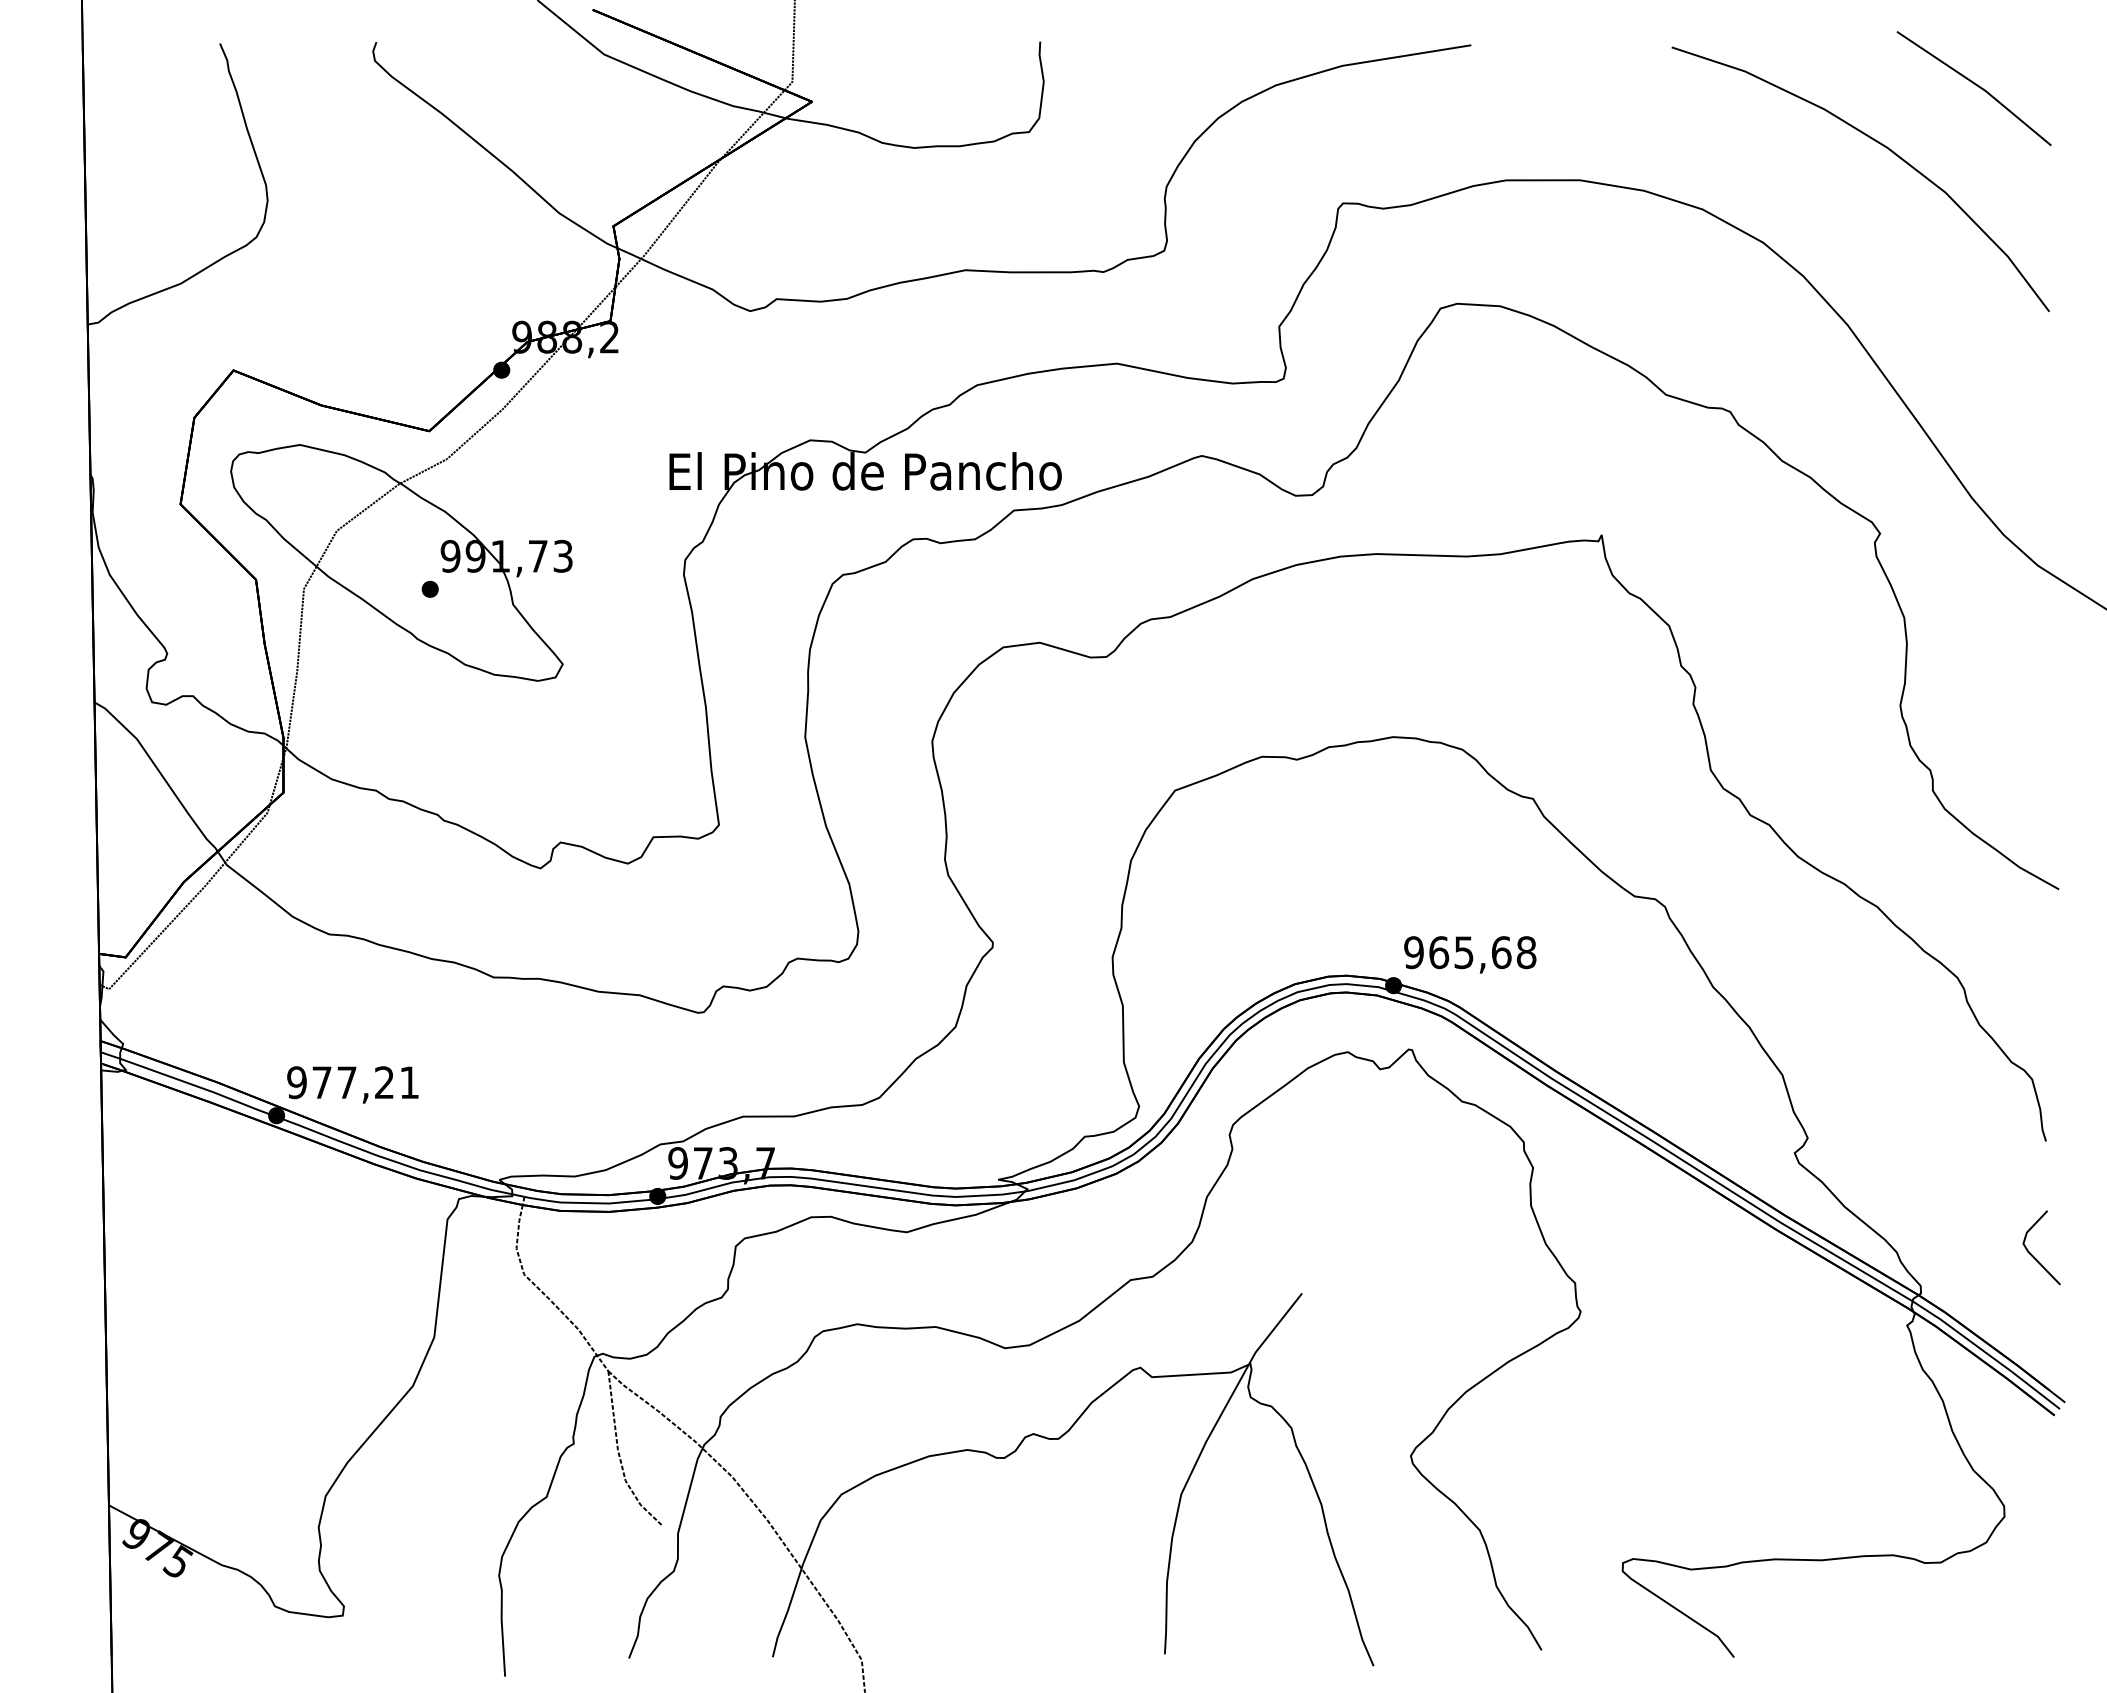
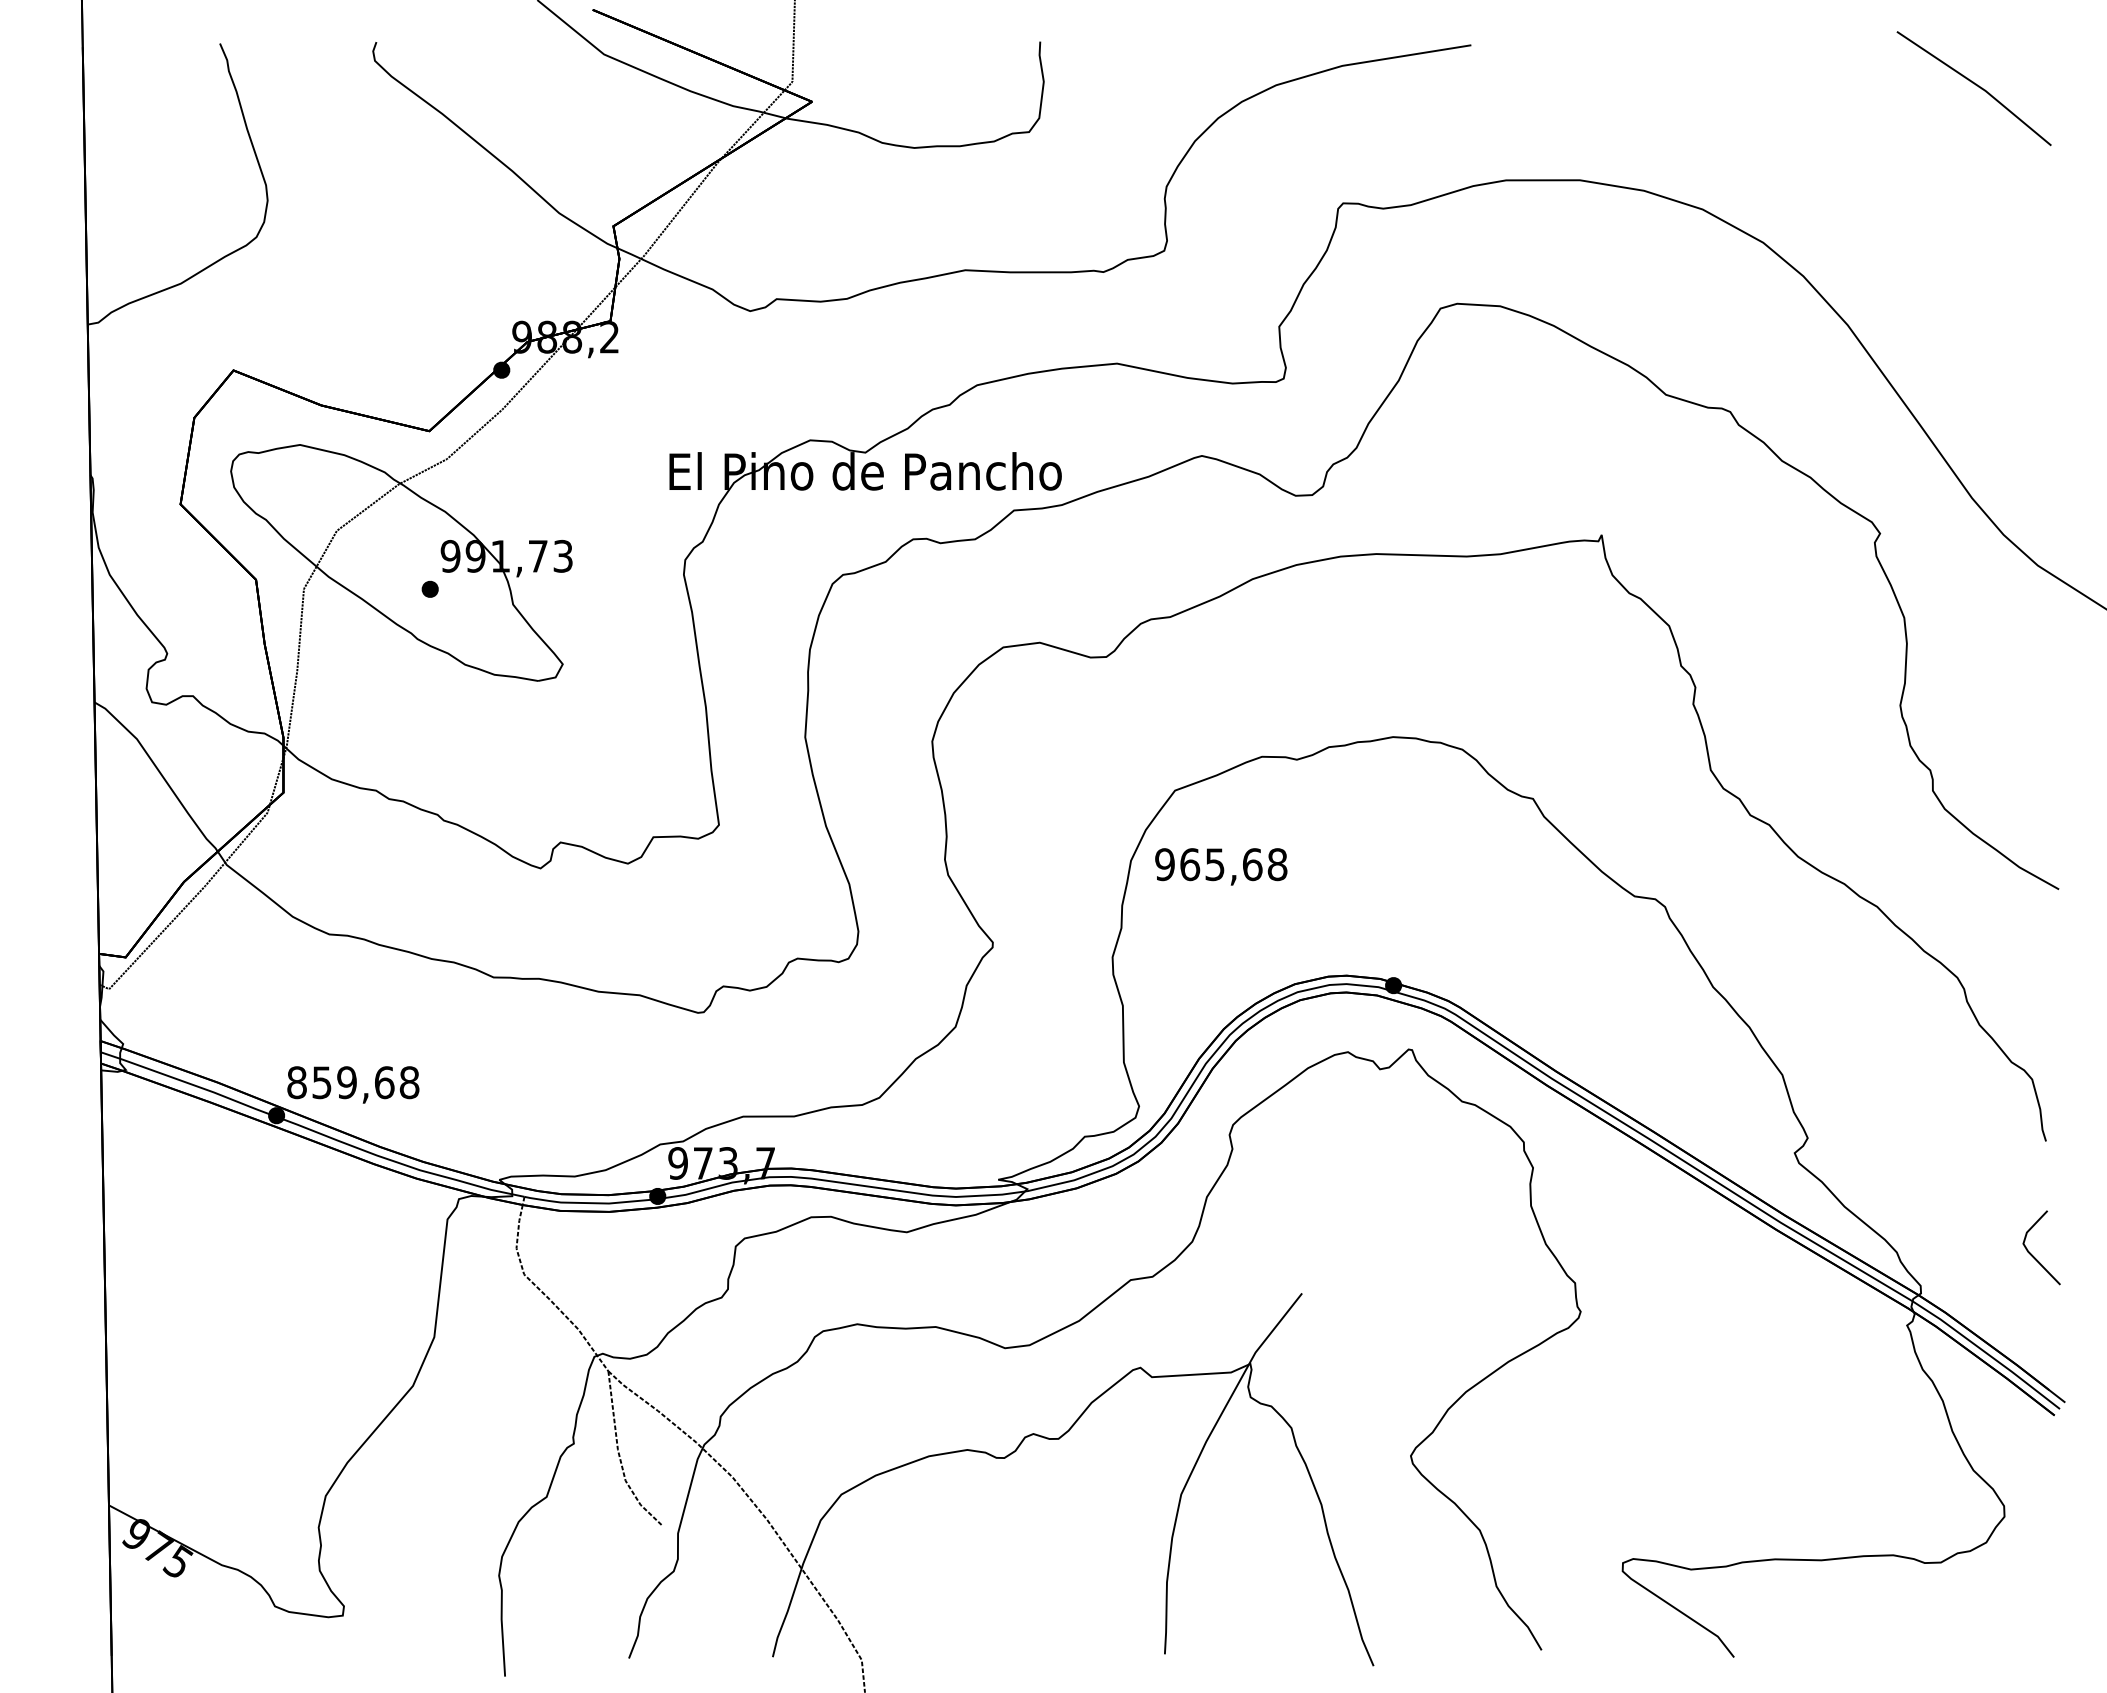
curve at (1881, 145): present -> none
text at (1470, 954) position: (1470, 954) -> (1221, 866)
text at (353, 1082): 977,21 -> 859,68
